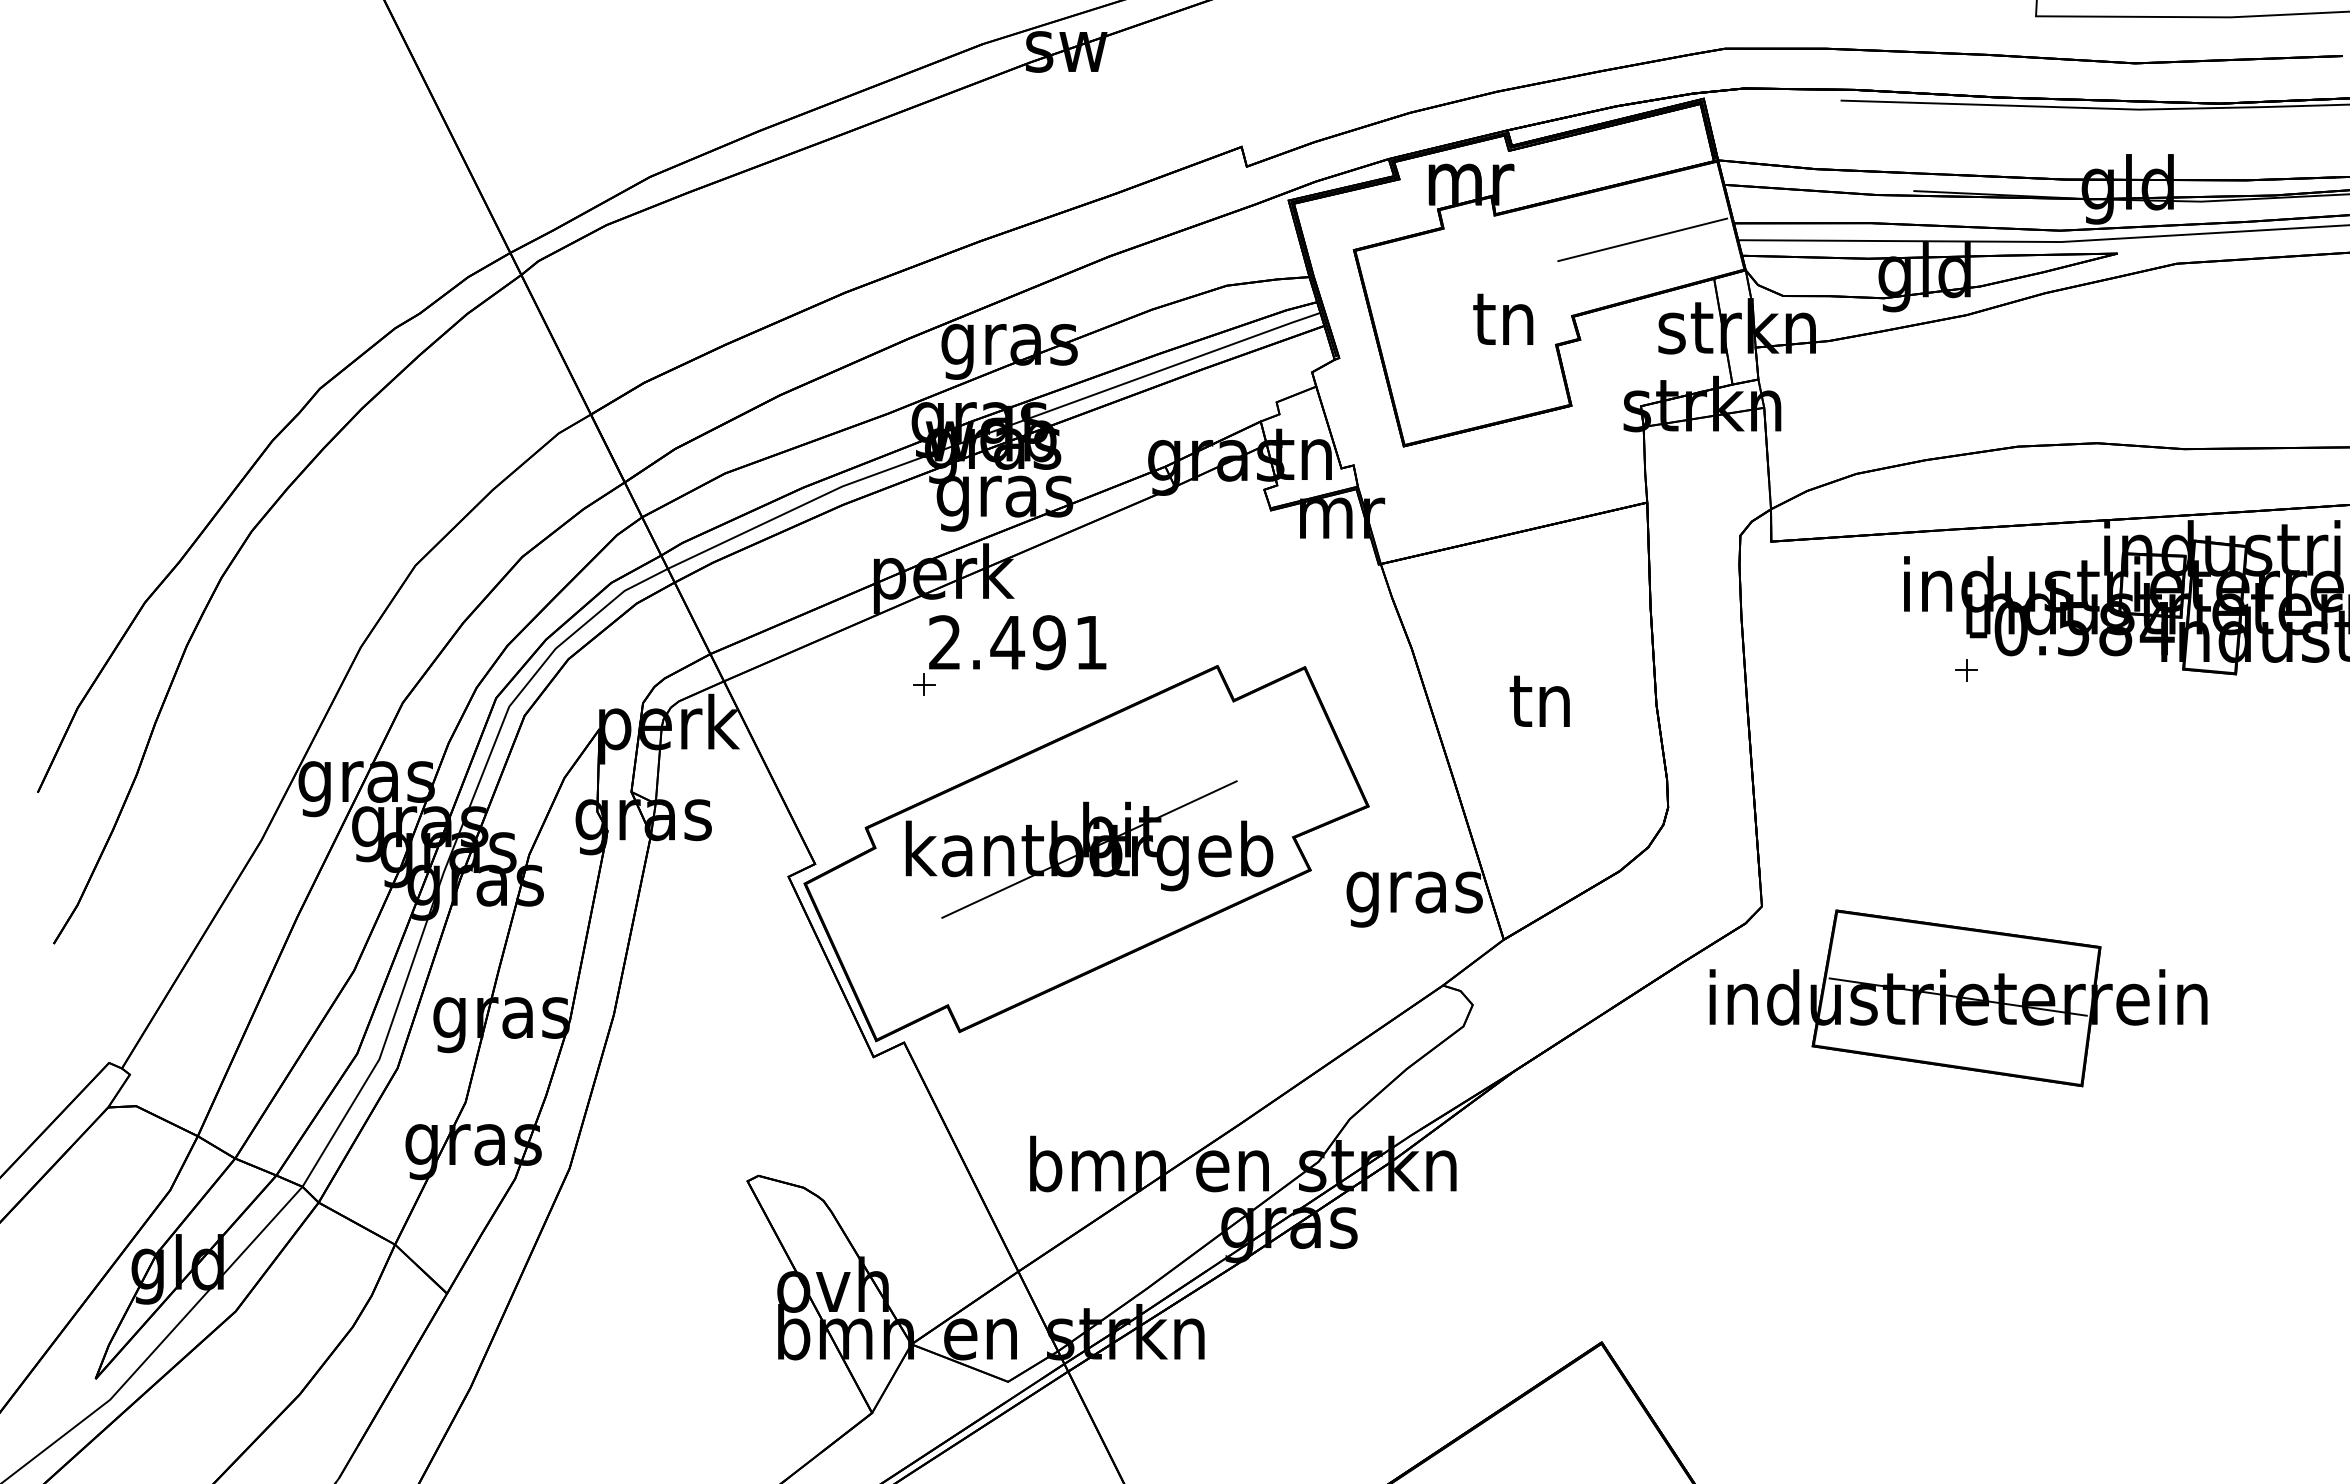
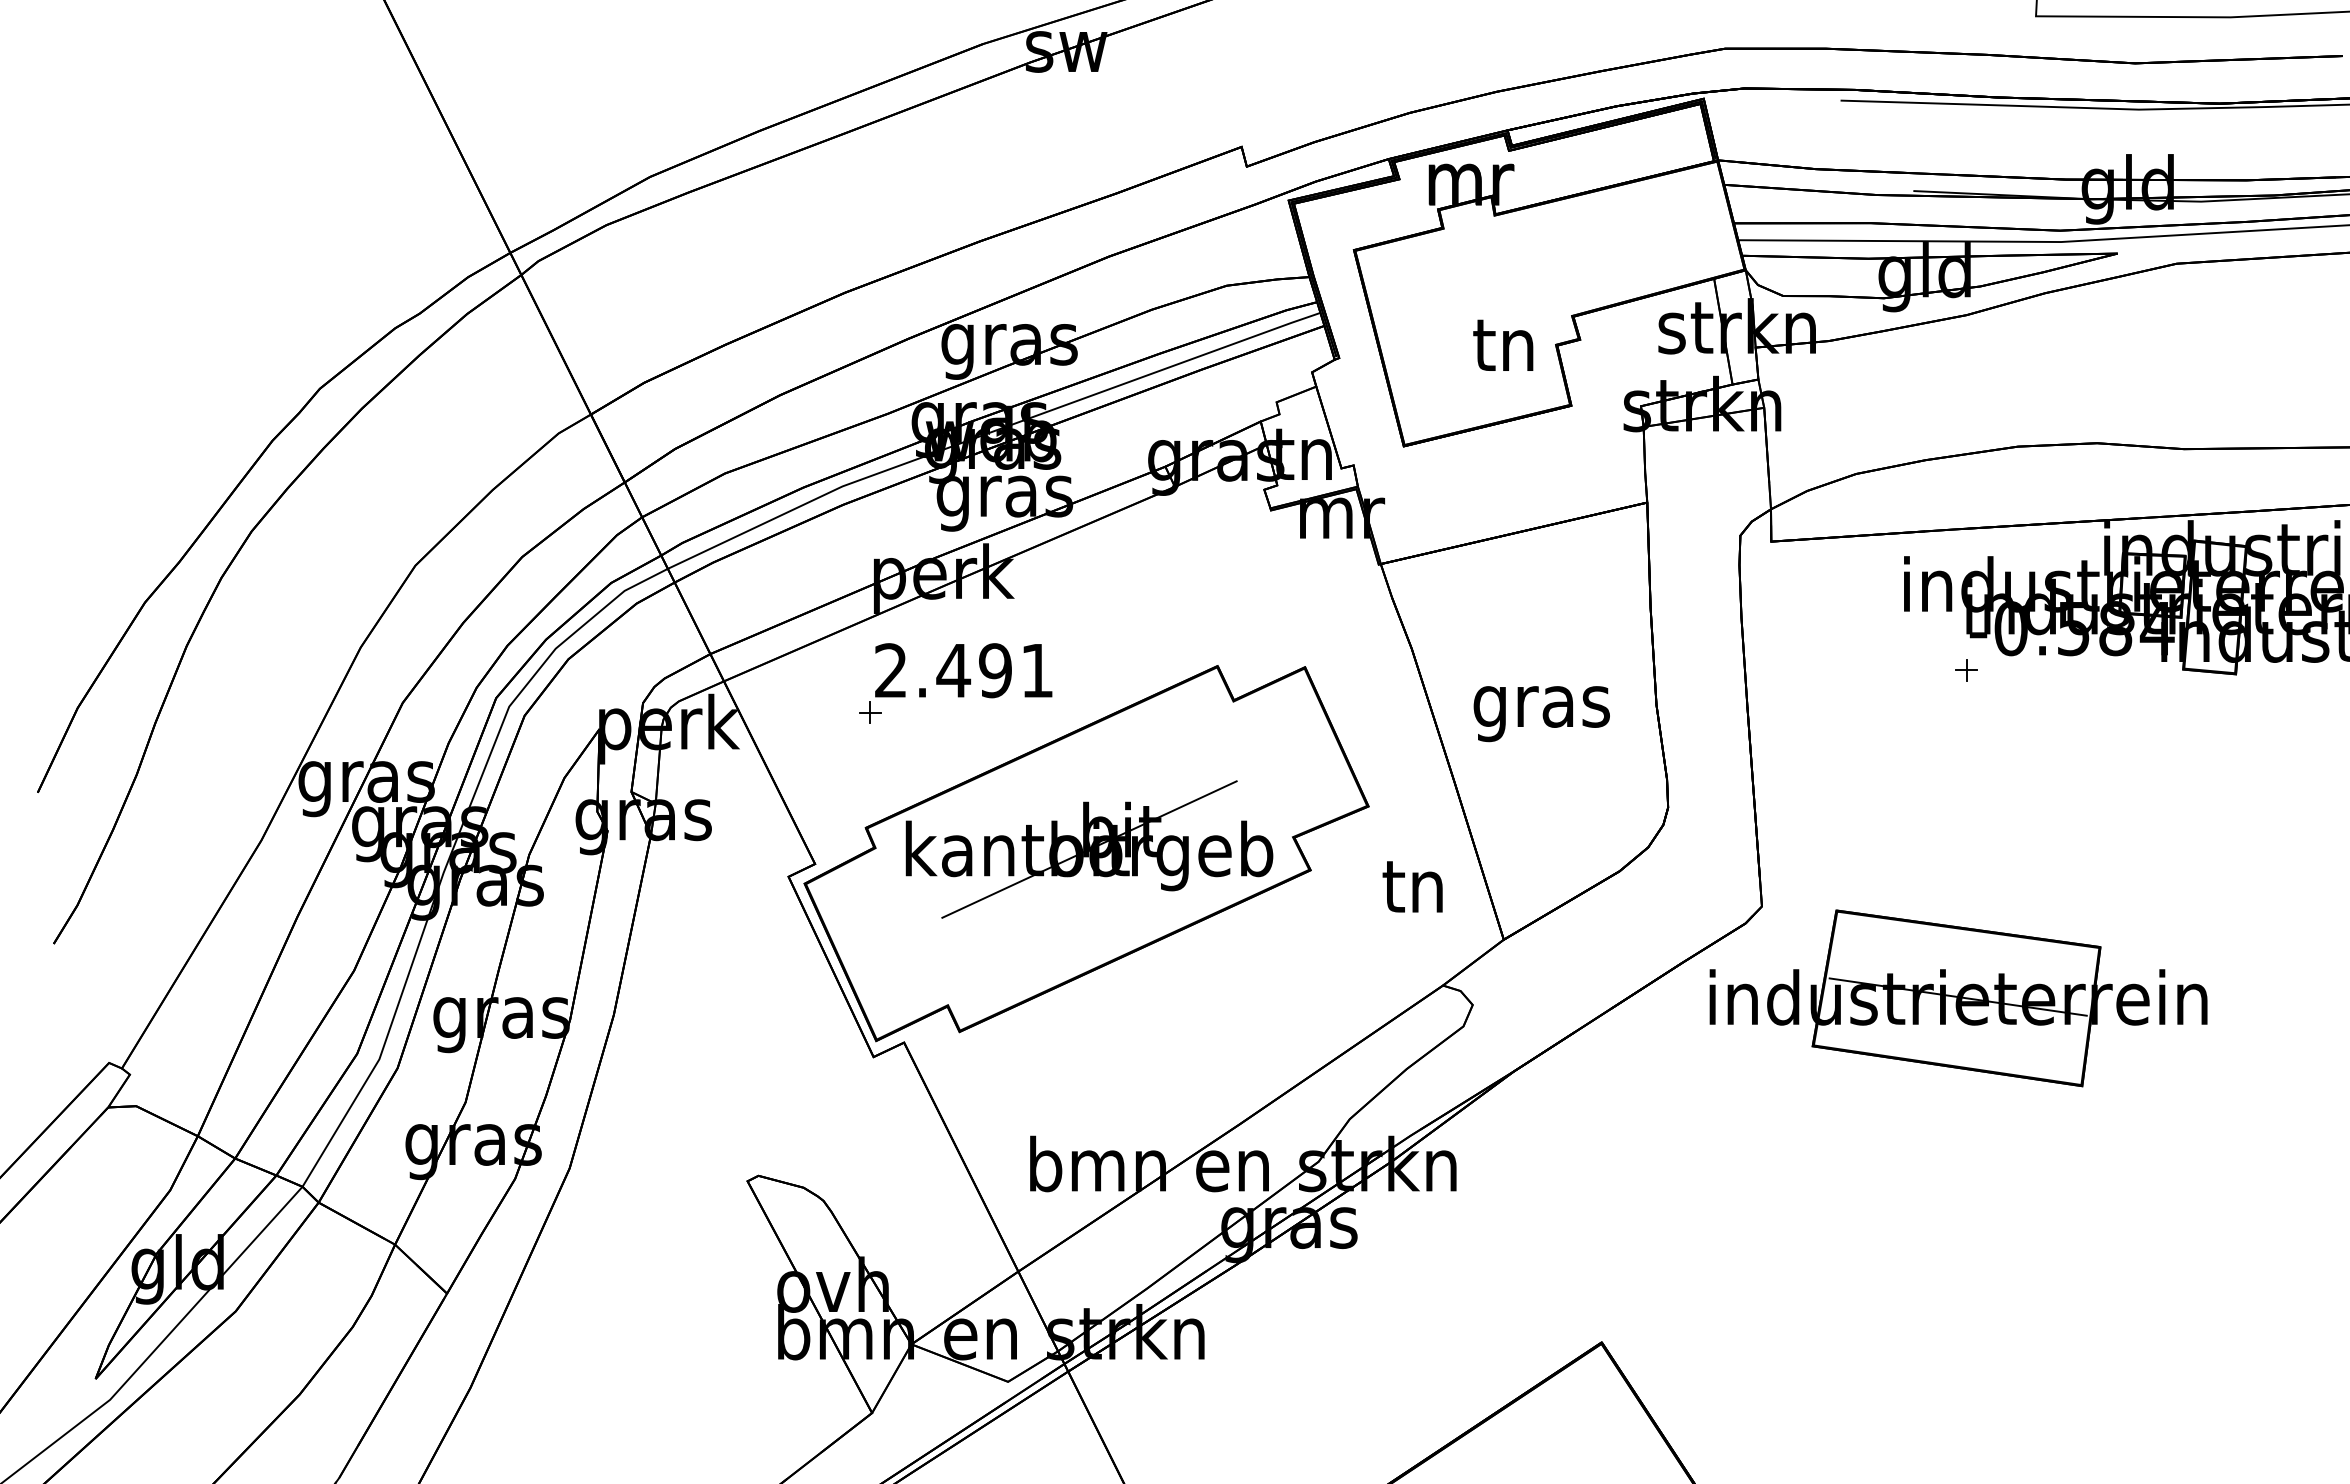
line at (1642, 239): present -> none
text at (1503, 318) position: (1503, 318) -> (1503, 344)
part at (1009, 655) position: (1009, 655) -> (955, 683)
text at (1541, 708): tn -> gras
text at (1414, 894): gras -> tn
